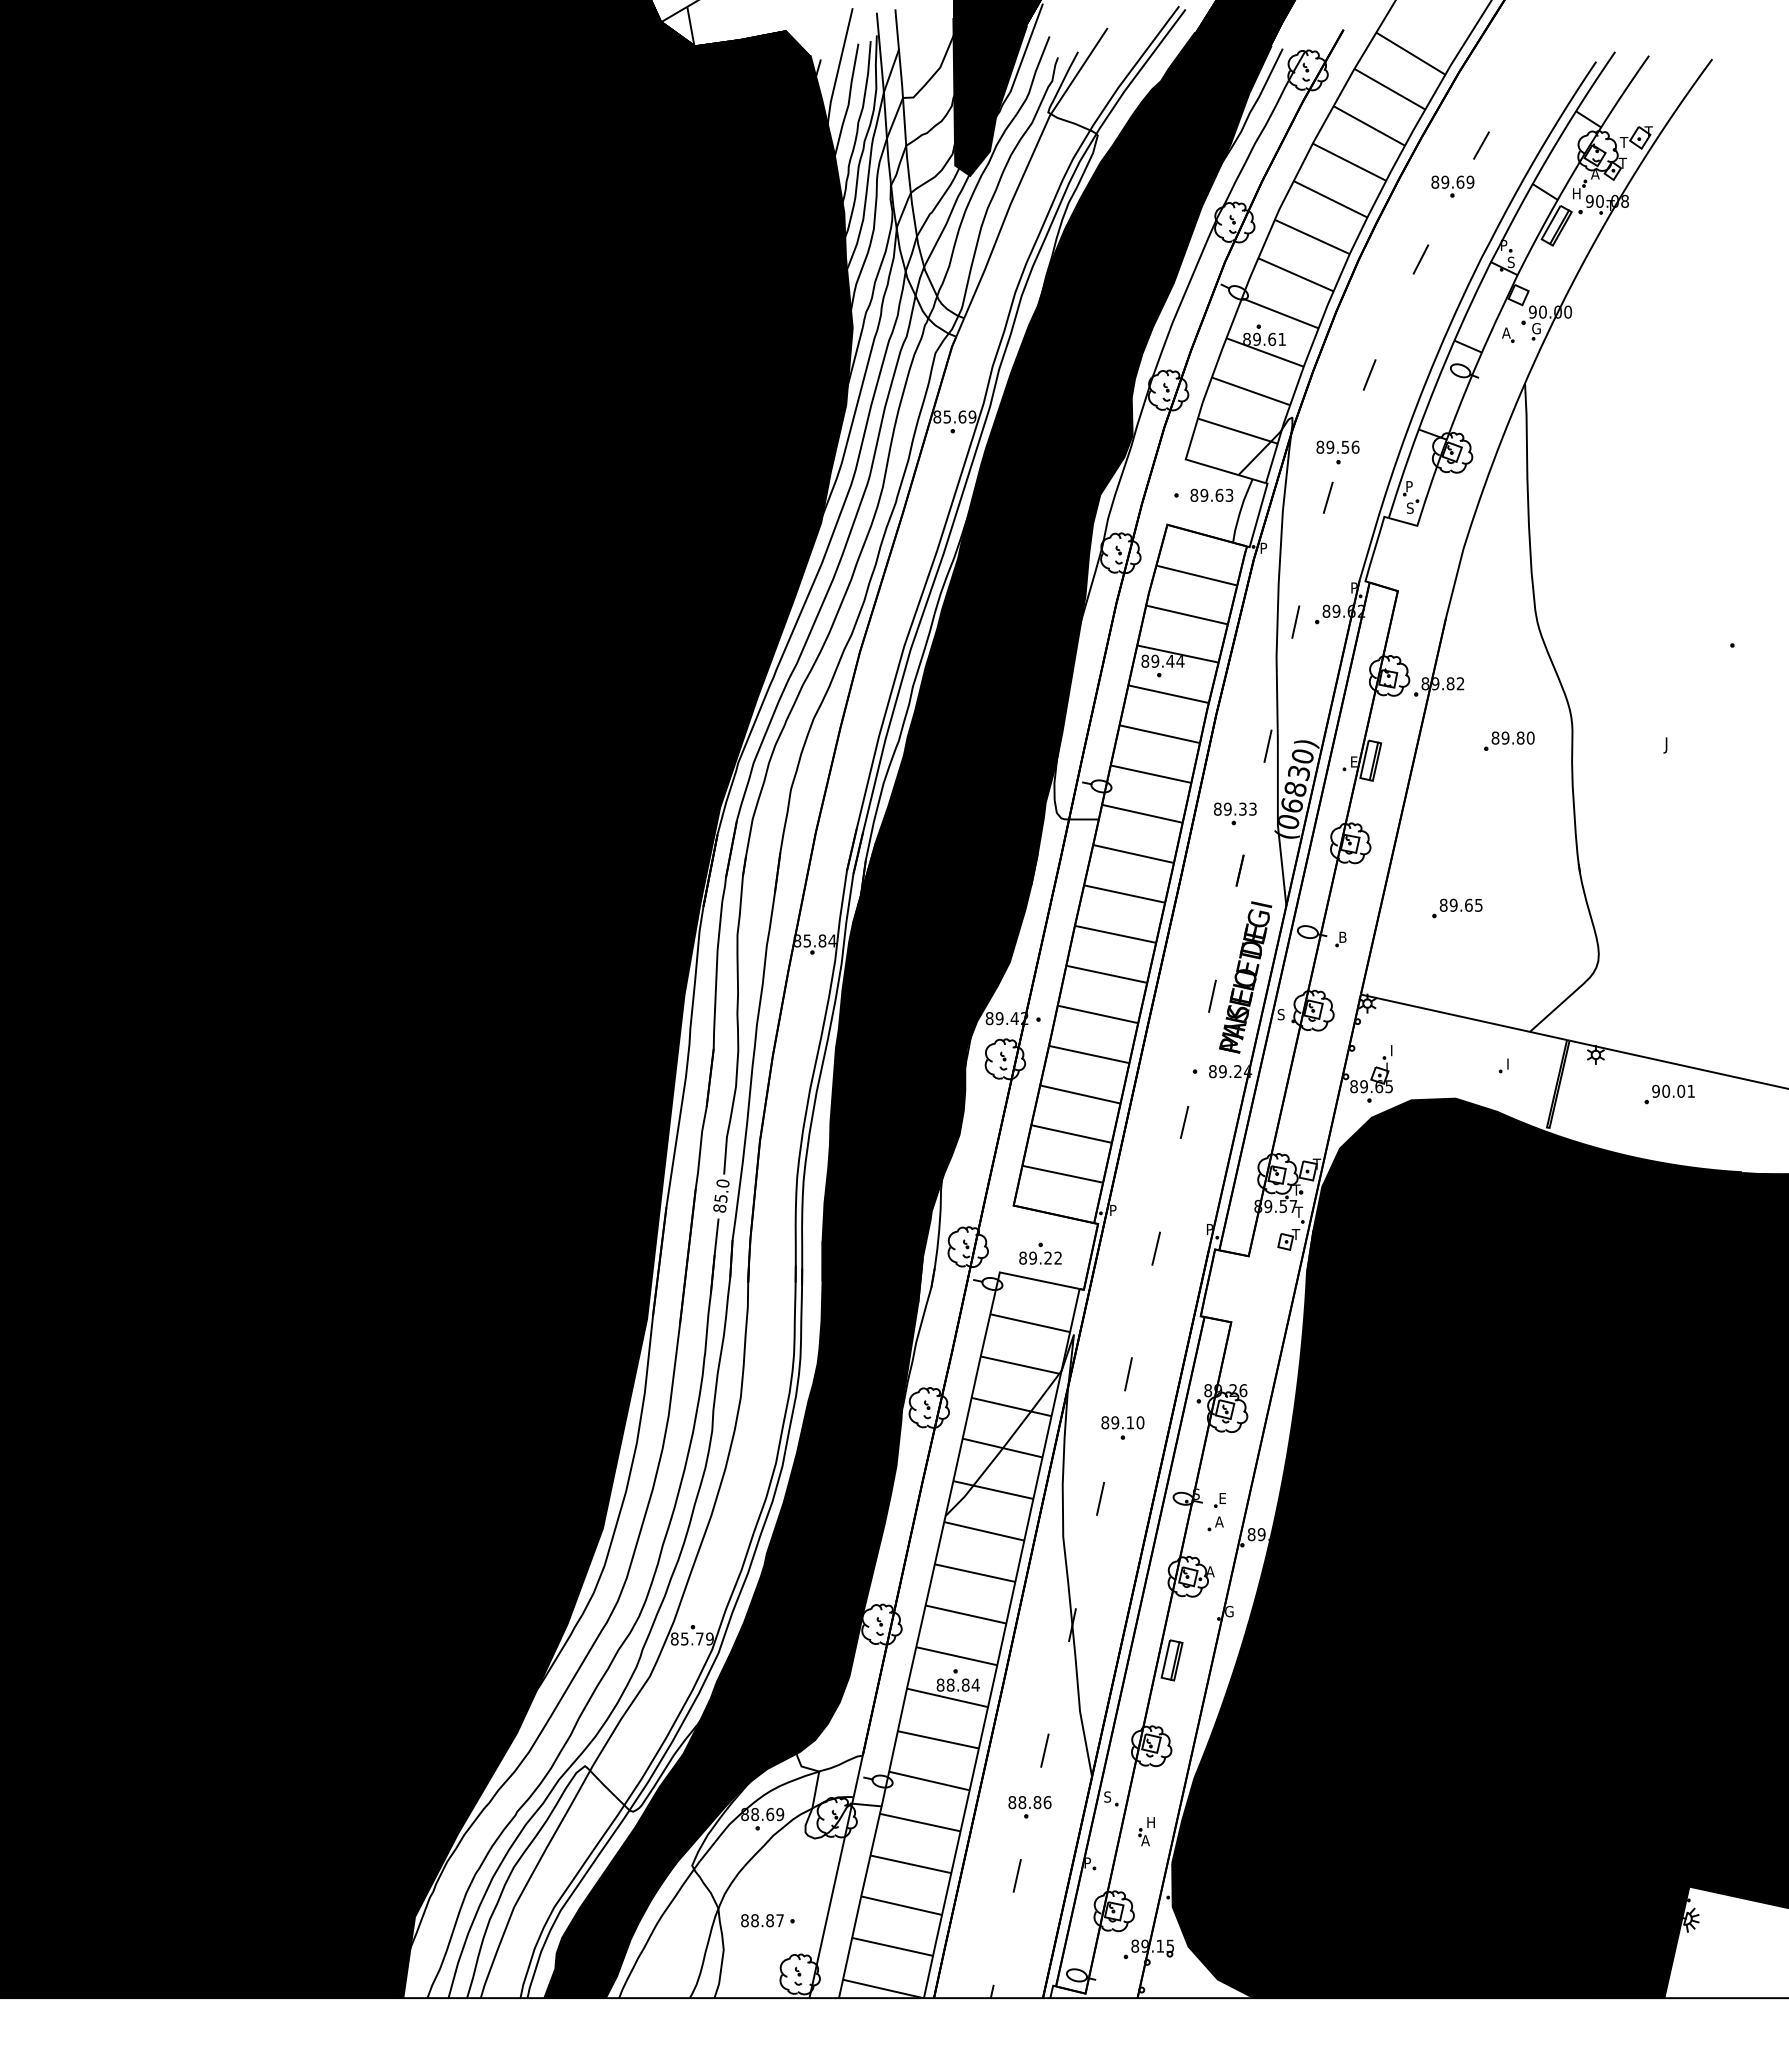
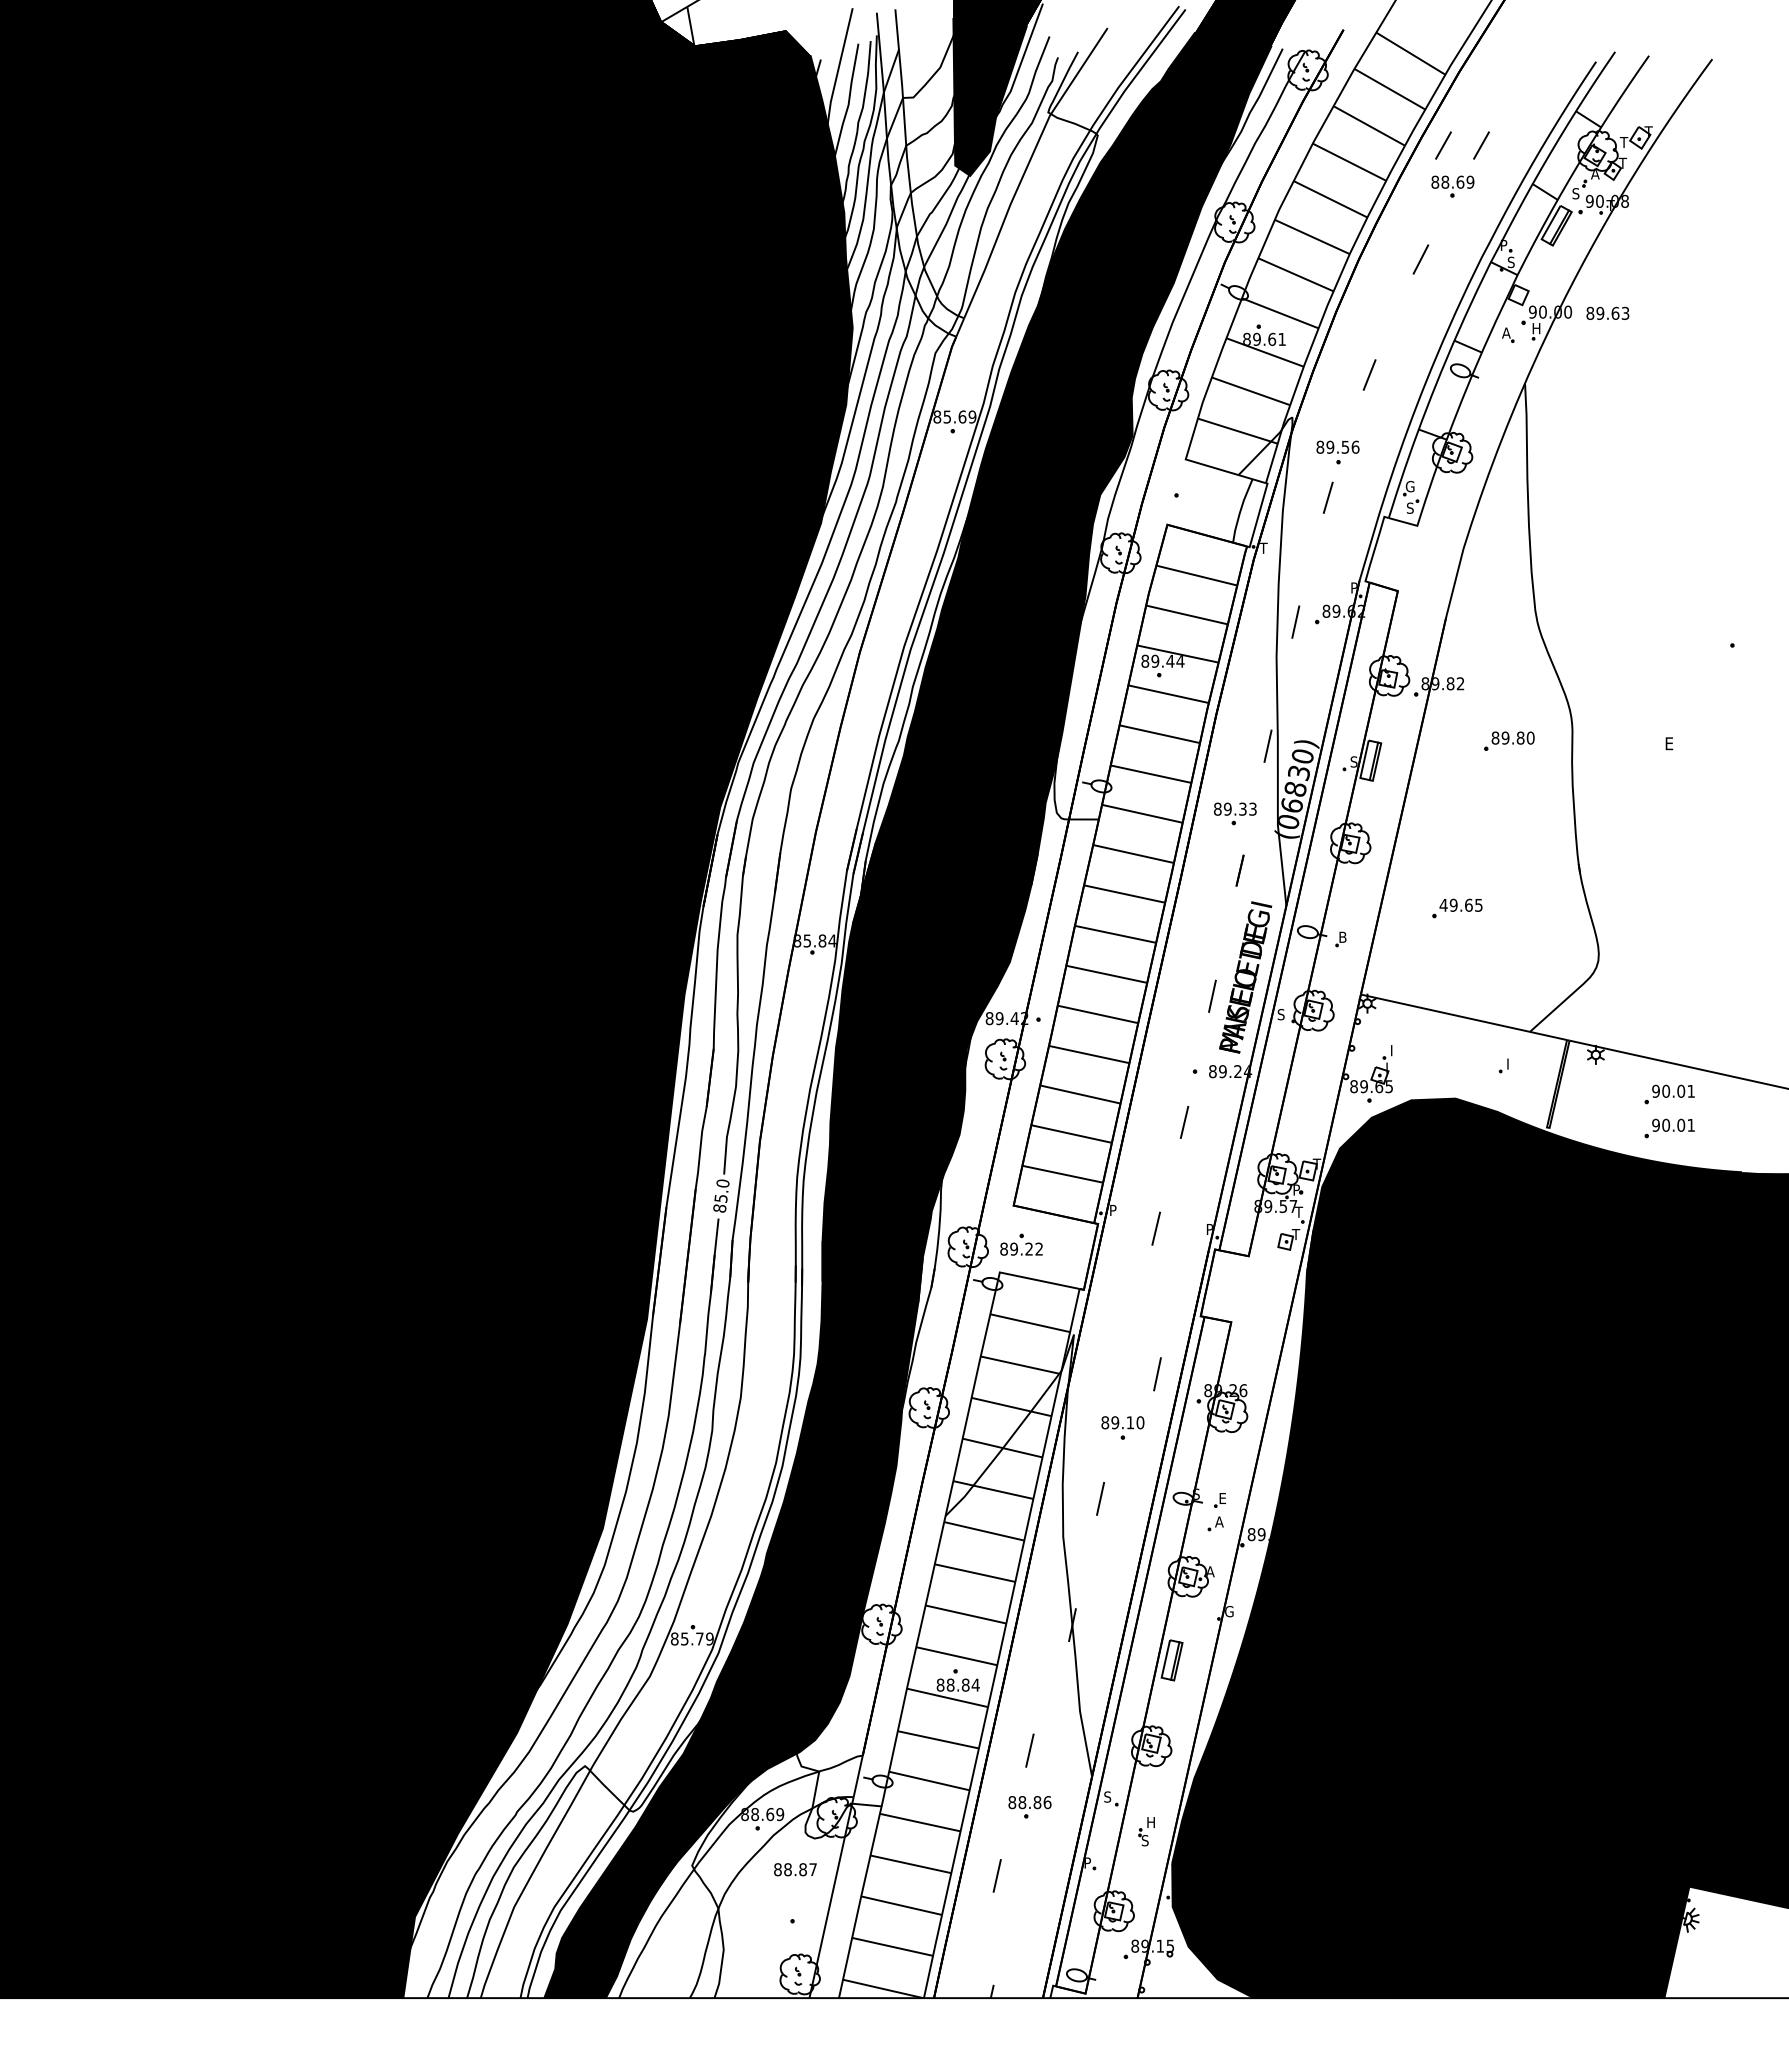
line at (1443, 145): none -> present
text at (1445, 181): 89.69 -> 88.69
text at (1576, 193): H -> S
text at (1536, 328): G -> H
text at (1409, 486): P -> G
text at (1211, 494) position: (1211, 494) -> (1607, 312)
text at (1263, 547): P -> T
text at (1668, 745): J -> E
text at (1353, 761): E -> S
text at (1443, 904): 89.65 -> 49.65
part at (1669, 1128): none -> present
text at (1296, 1189): T -> P
line at (1155, 1248) position: (1155, 1248) -> (1155, 1228)
part at (1040, 1253) position: (1040, 1253) -> (1021, 1244)
line at (1128, 1374) position: (1128, 1374) -> (1157, 1374)
line at (1044, 1750) position: (1044, 1750) -> (1029, 1750)
text at (1145, 1840): A -> S
line at (1016, 1875) position: (1016, 1875) -> (996, 1875)
text at (762, 1920) position: (762, 1920) -> (795, 1869)
